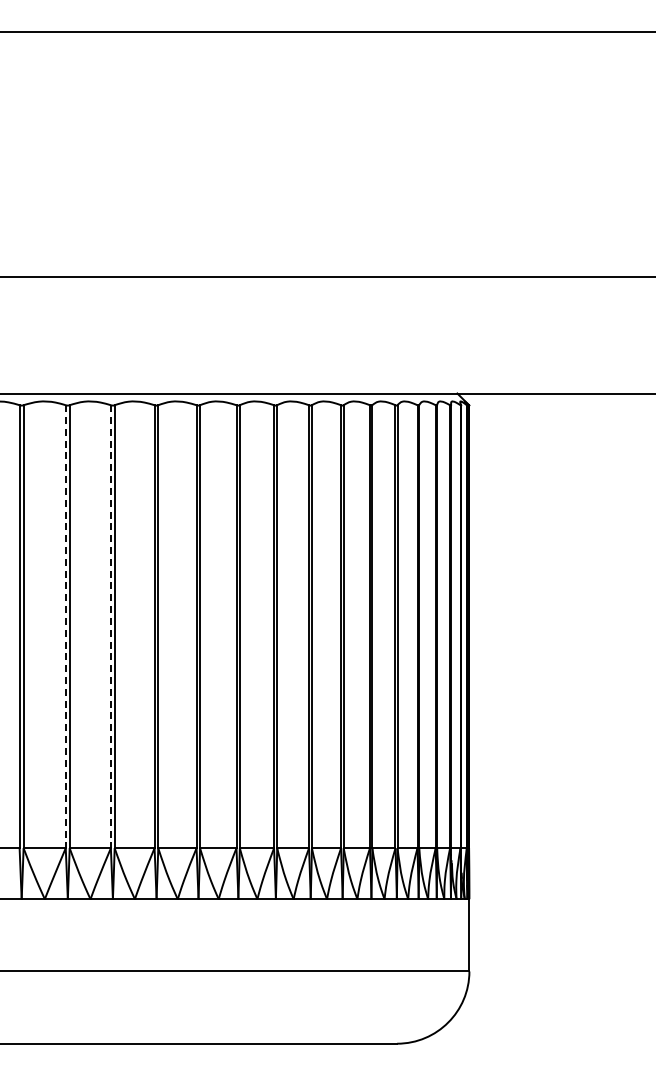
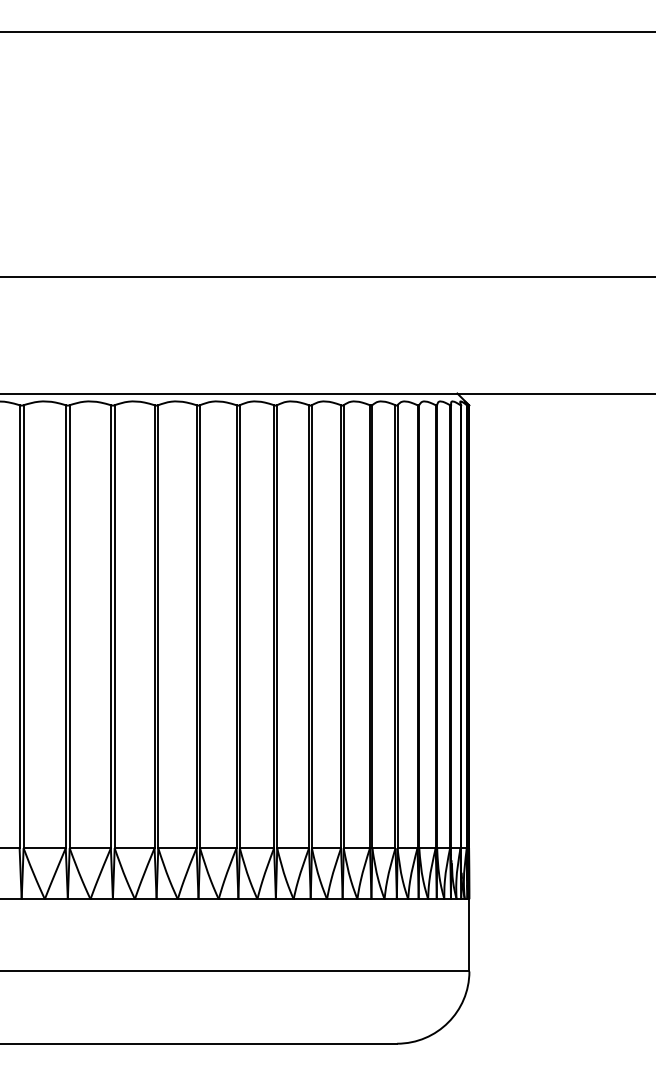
line at (65, 626): dashed -> solid
line at (110, 626): dashed -> solid
